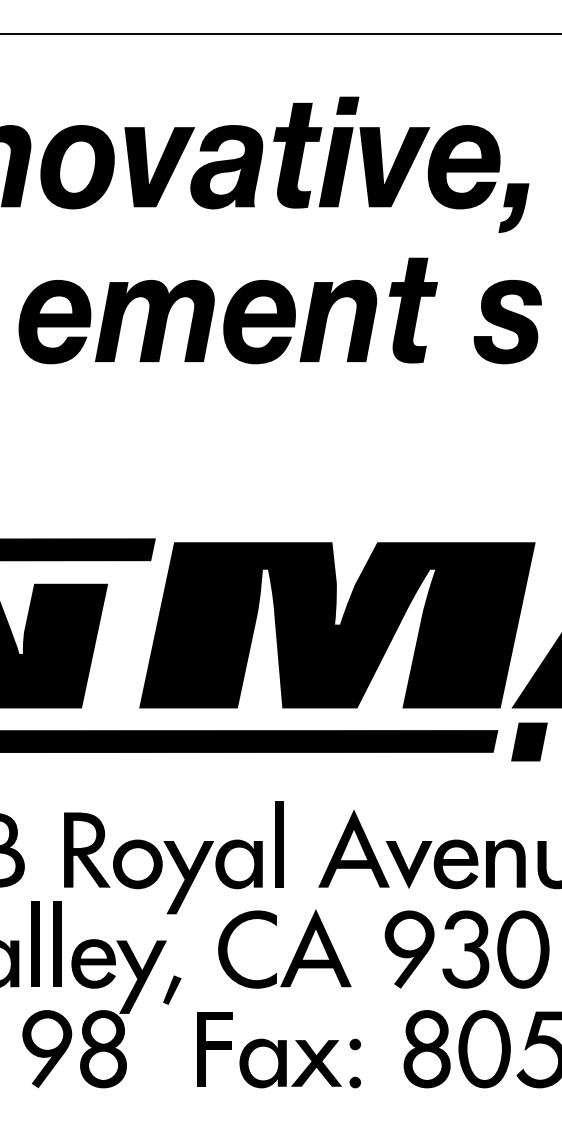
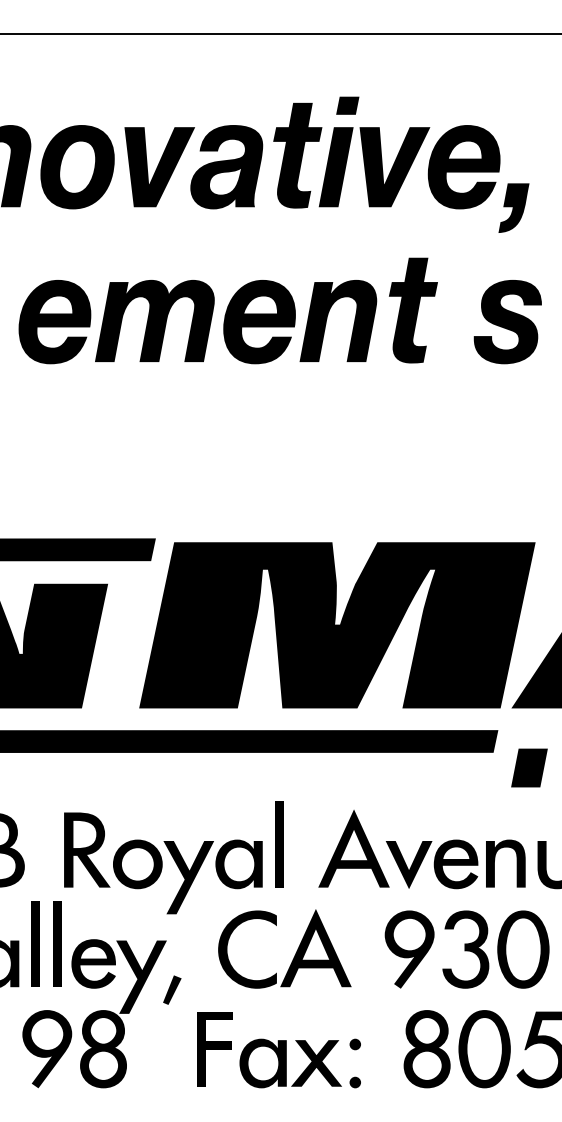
part at (529, 741) position: (529, 741) -> (529, 767)
